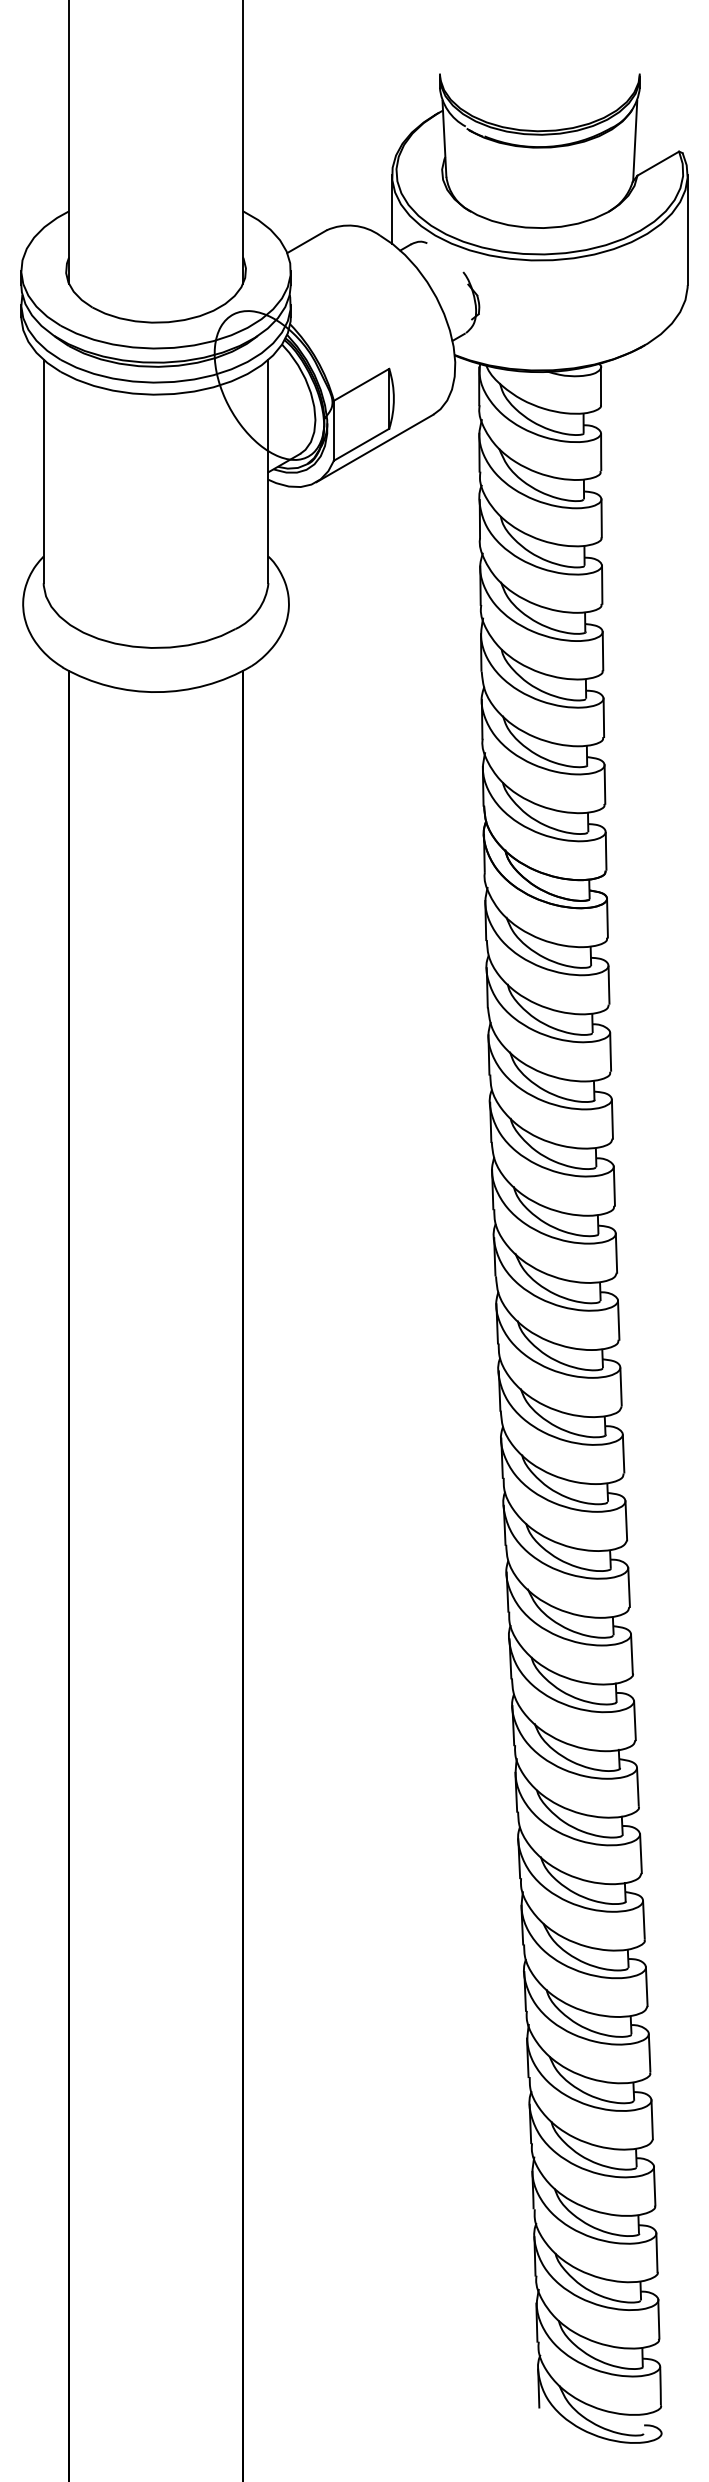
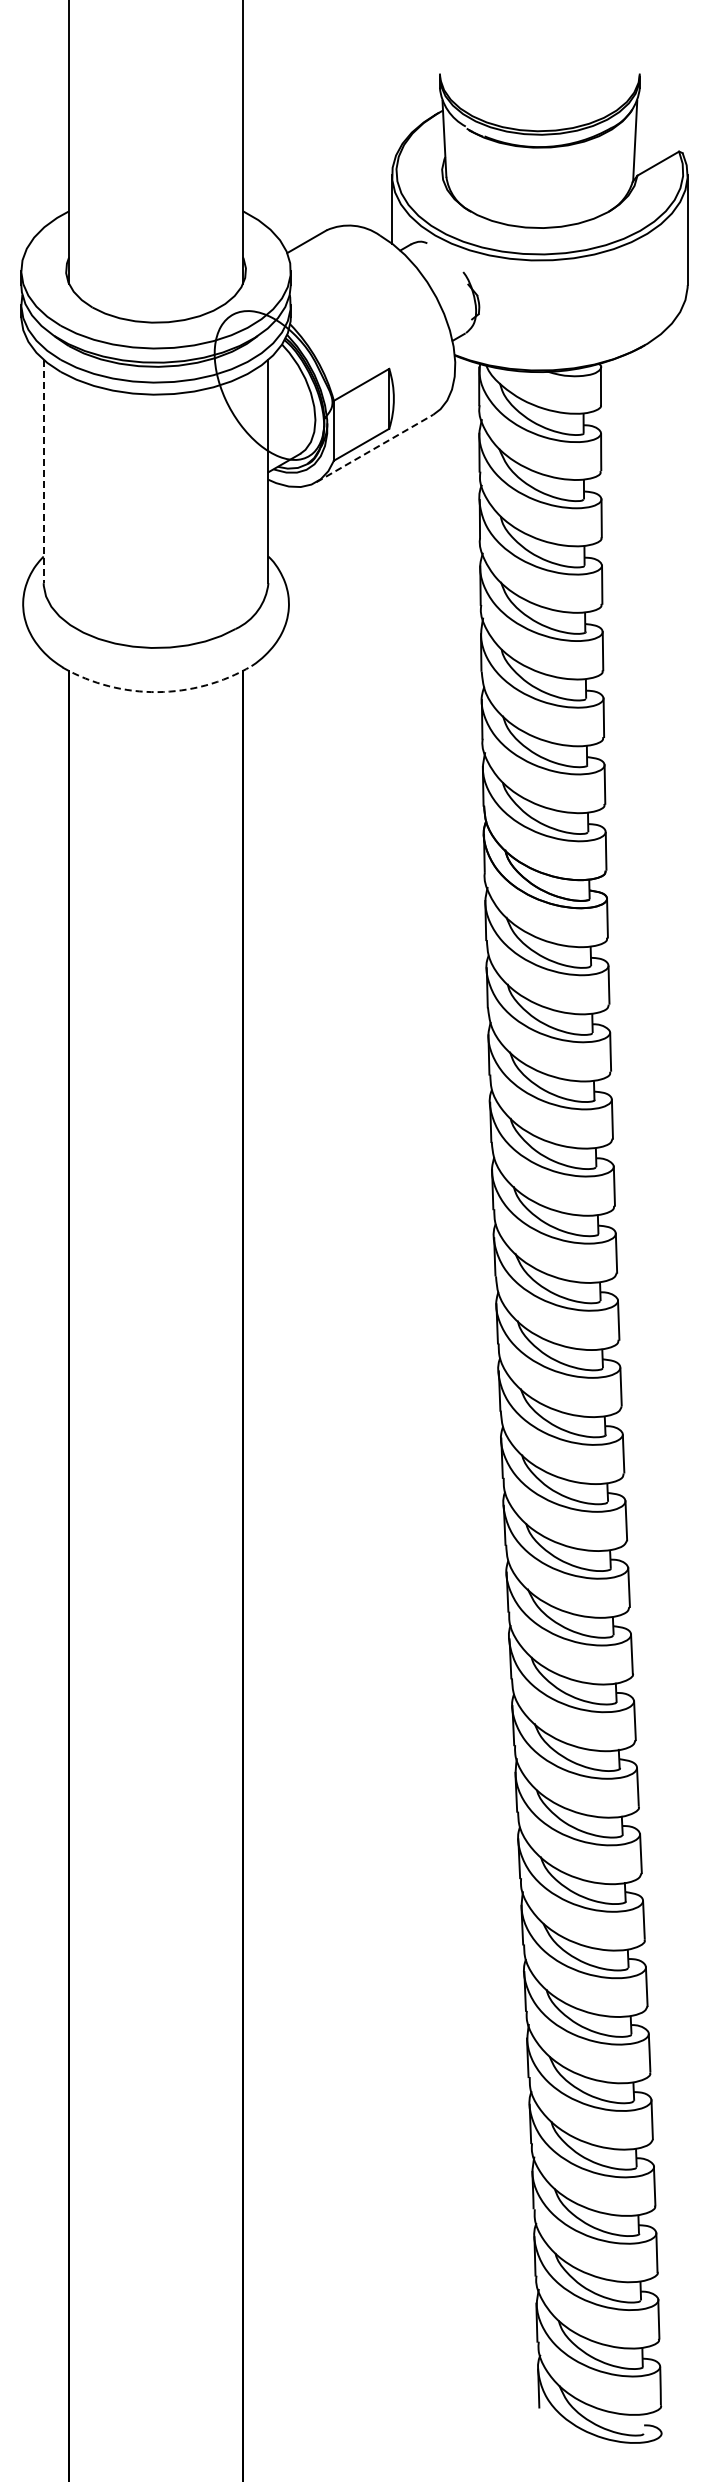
line at (375, 448): solid -> dashed
line at (43, 471): solid -> dashed
arc at (157, 692): solid -> dashed
